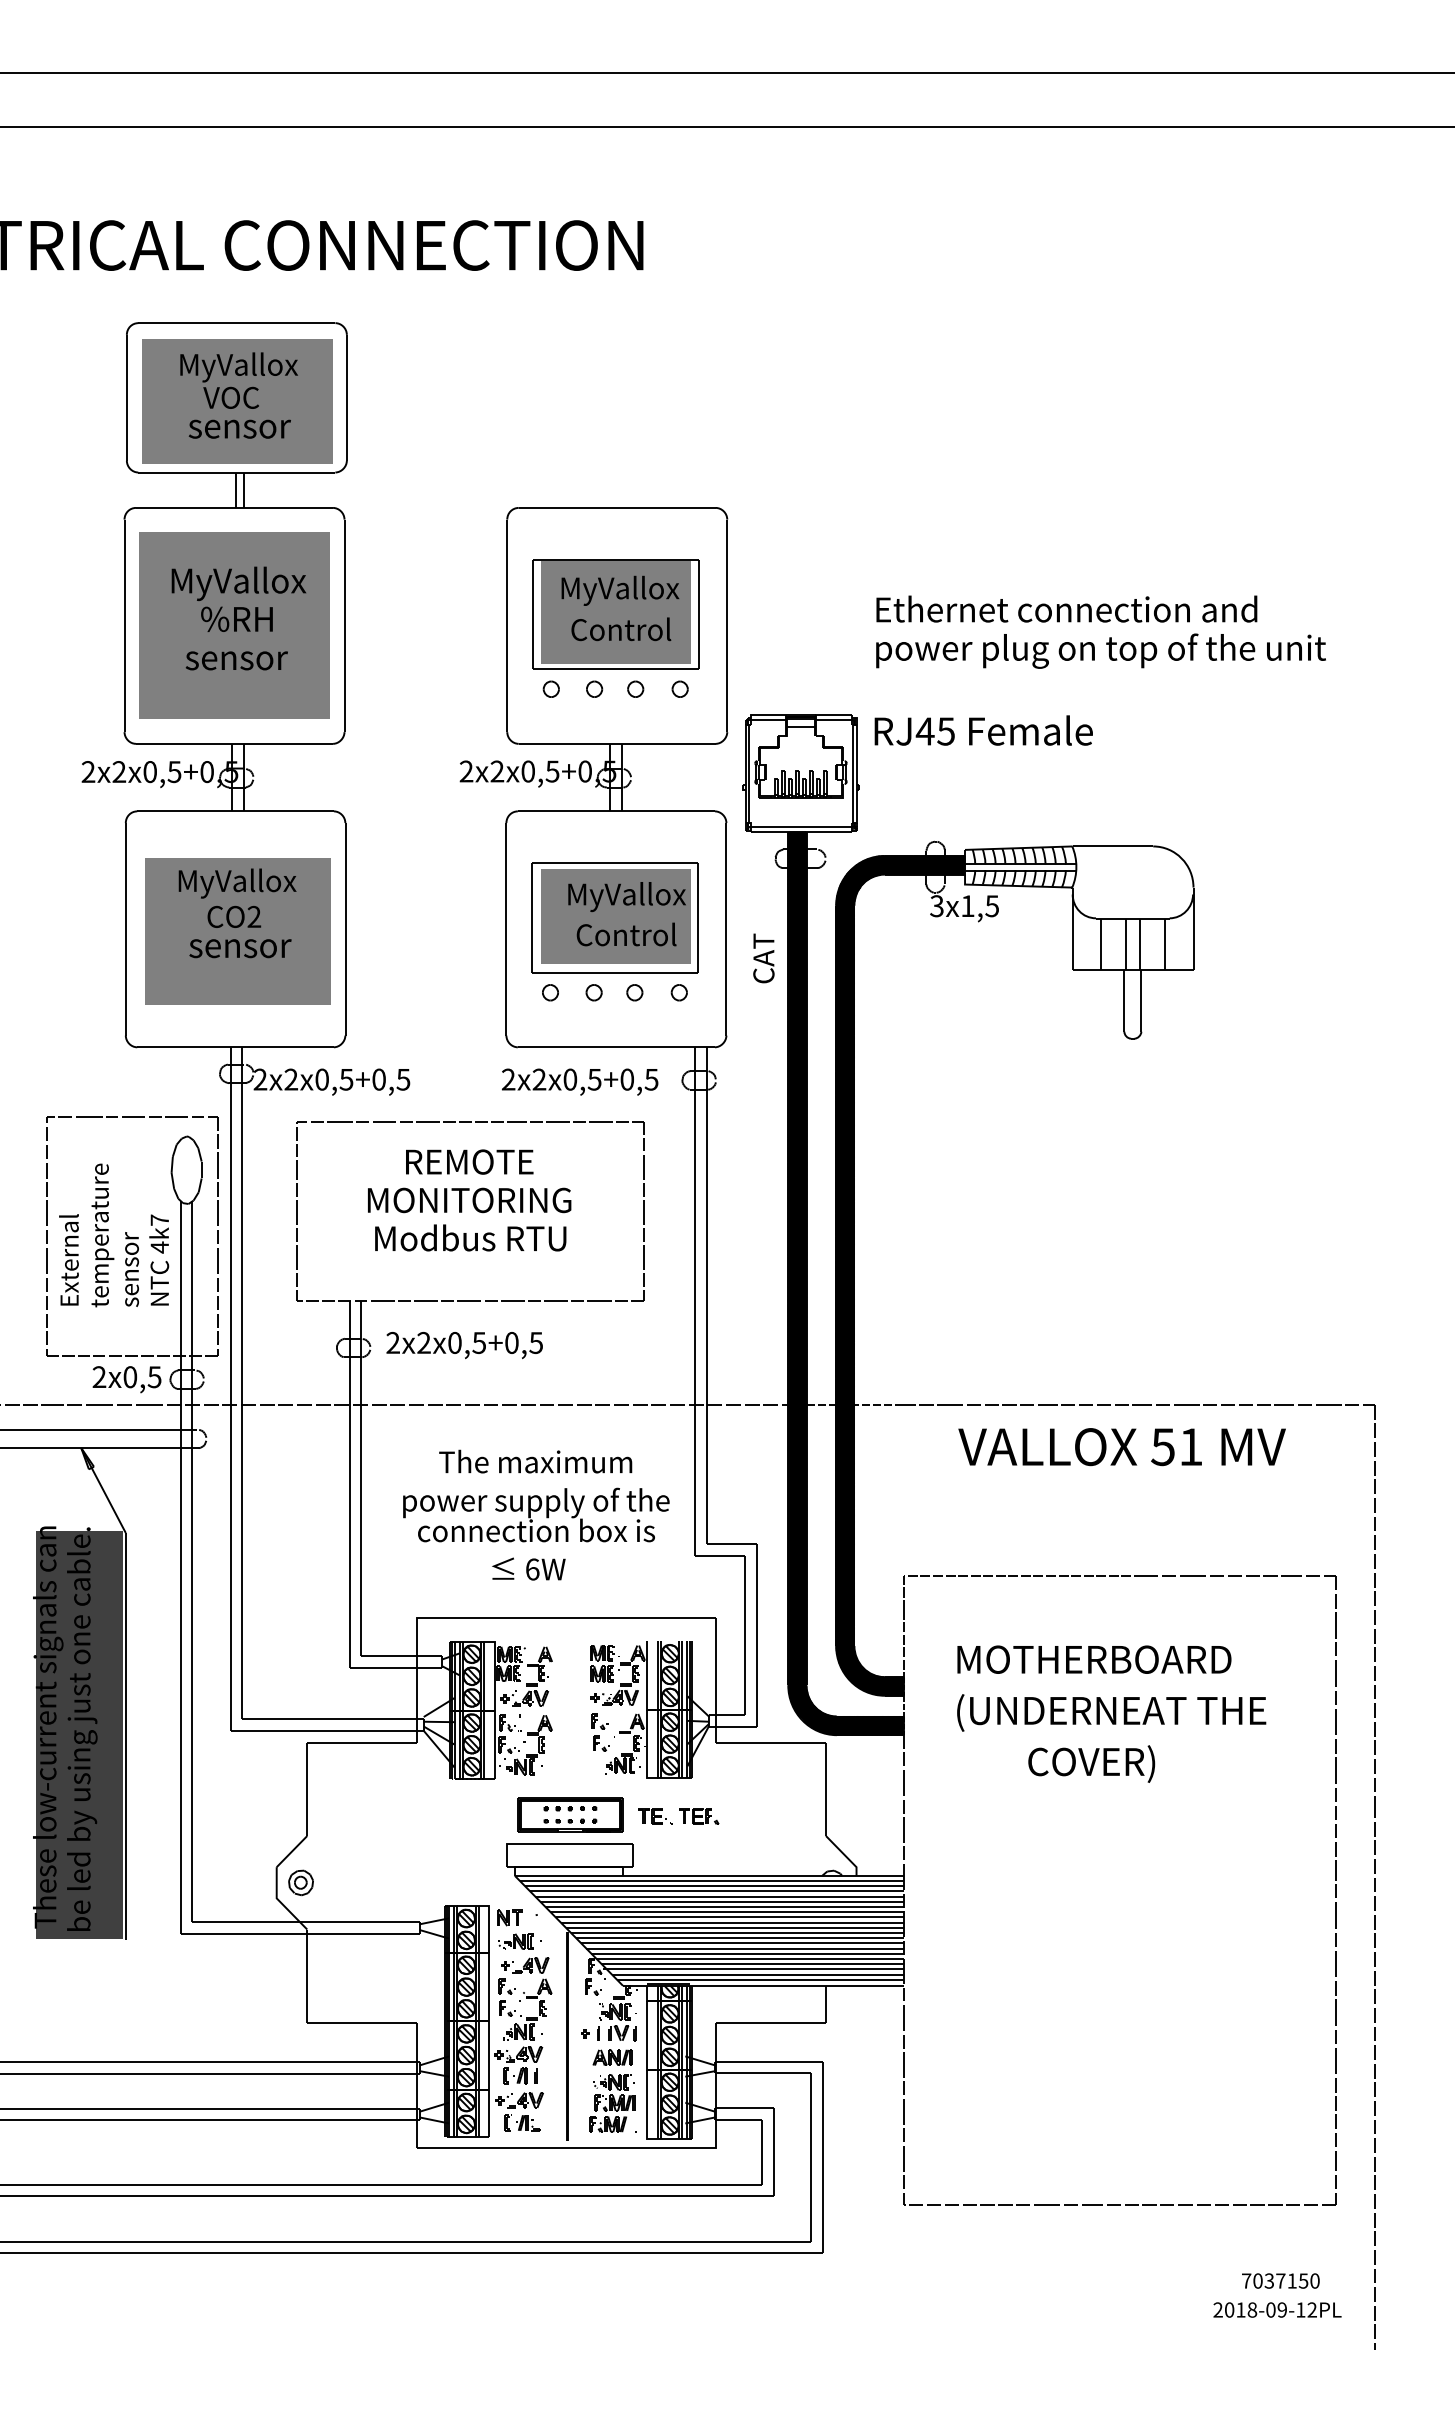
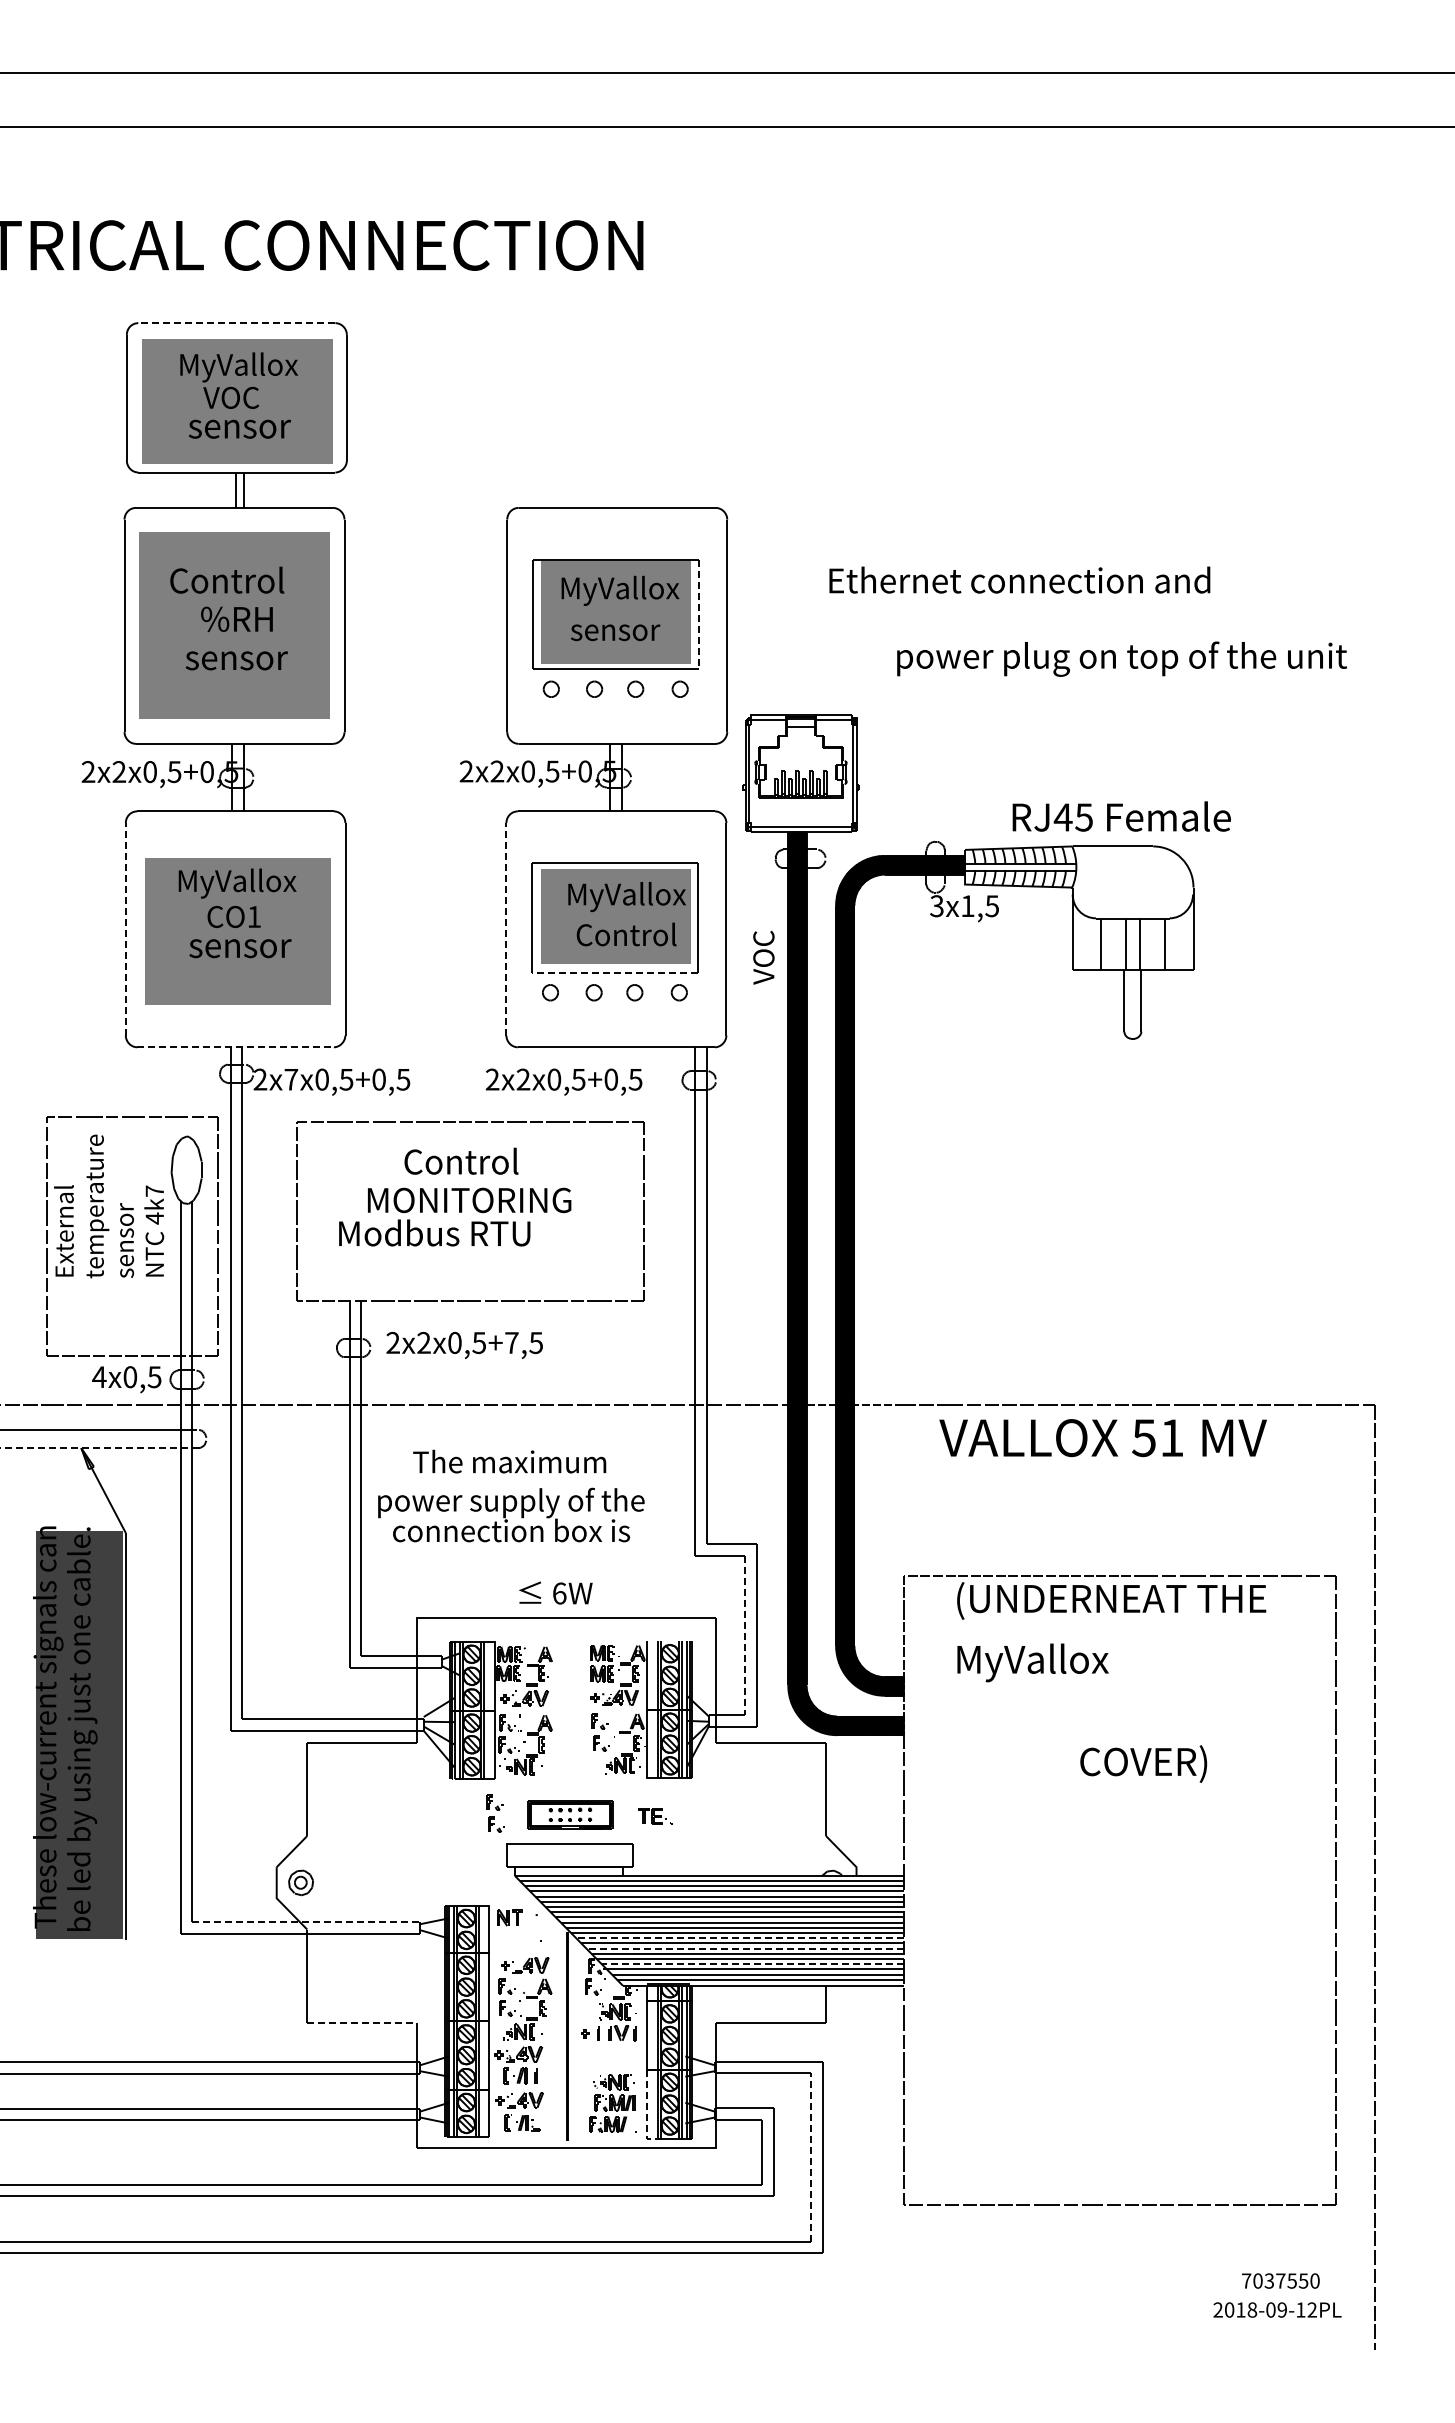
line at (236, 323): solid -> dashed
text at (237, 583): MyVallox -> Control
text at (1066, 608) position: (1066, 608) -> (1019, 579)
line at (699, 614): solid -> dashed
text at (621, 628): Control -> sensor
text at (1100, 650) position: (1100, 650) -> (1121, 658)
text at (983, 730) position: (983, 730) -> (1121, 816)
text at (253, 916): CO2 -> CO1
line at (125, 928): solid -> dashed
line at (506, 928): solid -> dashed
text at (763, 957): CAT -> VOC
line at (614, 972): solid -> dashed
line at (236, 1047): solid -> dashed
text at (291, 1079): 2x2x0,5+0,5 -> 2x7x0,5+0,5
text at (580, 1081) position: (580, 1081) -> (564, 1081)
text at (468, 1160): REMOTE -> Control
text at (114, 1235) position: (114, 1235) -> (109, 1206)
text at (470, 1237) position: (470, 1237) -> (434, 1232)
text at (511, 1342): 2x2x0,5+0,5 -> 2x2x0,5+7,5
text at (99, 1376): 2x0,5 -> 4x0,5
text at (1121, 1447) position: (1121, 1447) -> (1102, 1438)
line at (100, 1448): solid -> dashed
text at (535, 1461) position: (535, 1461) -> (509, 1461)
text at (536, 1514) position: (536, 1514) -> (511, 1514)
text at (528, 1568) position: (528, 1568) -> (555, 1592)
line at (745, 1635): solid -> dashed
text at (1108, 1662): MOTHERBOARD -> MyVallox
text at (1111, 1712) position: (1111, 1712) -> (1111, 1600)
text at (1091, 1763) position: (1091, 1763) -> (1143, 1763)
part at (495, 1813): none -> present
part at (570, 1814) size: 107x36 px -> 87x30 px
part at (699, 1816): present -> none
line at (305, 1922): solid -> dashed
line at (739, 1938): solid -> dashed
part at (515, 1941): present -> none
line at (745, 1948): solid -> dashed
line at (752, 1964): solid -> dashed
line at (362, 2023): solid -> dashed
part at (612, 2057): present -> none
line at (647, 2112): solid -> dashed
line at (811, 2156): solid -> dashed
text at (1291, 2280): 7037150 -> 7037550
